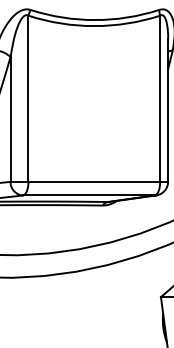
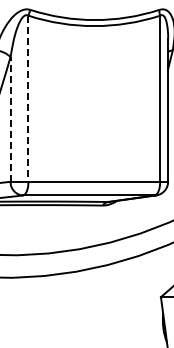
line at (28, 99): solid -> dashed
line at (10, 118): solid -> dashed
